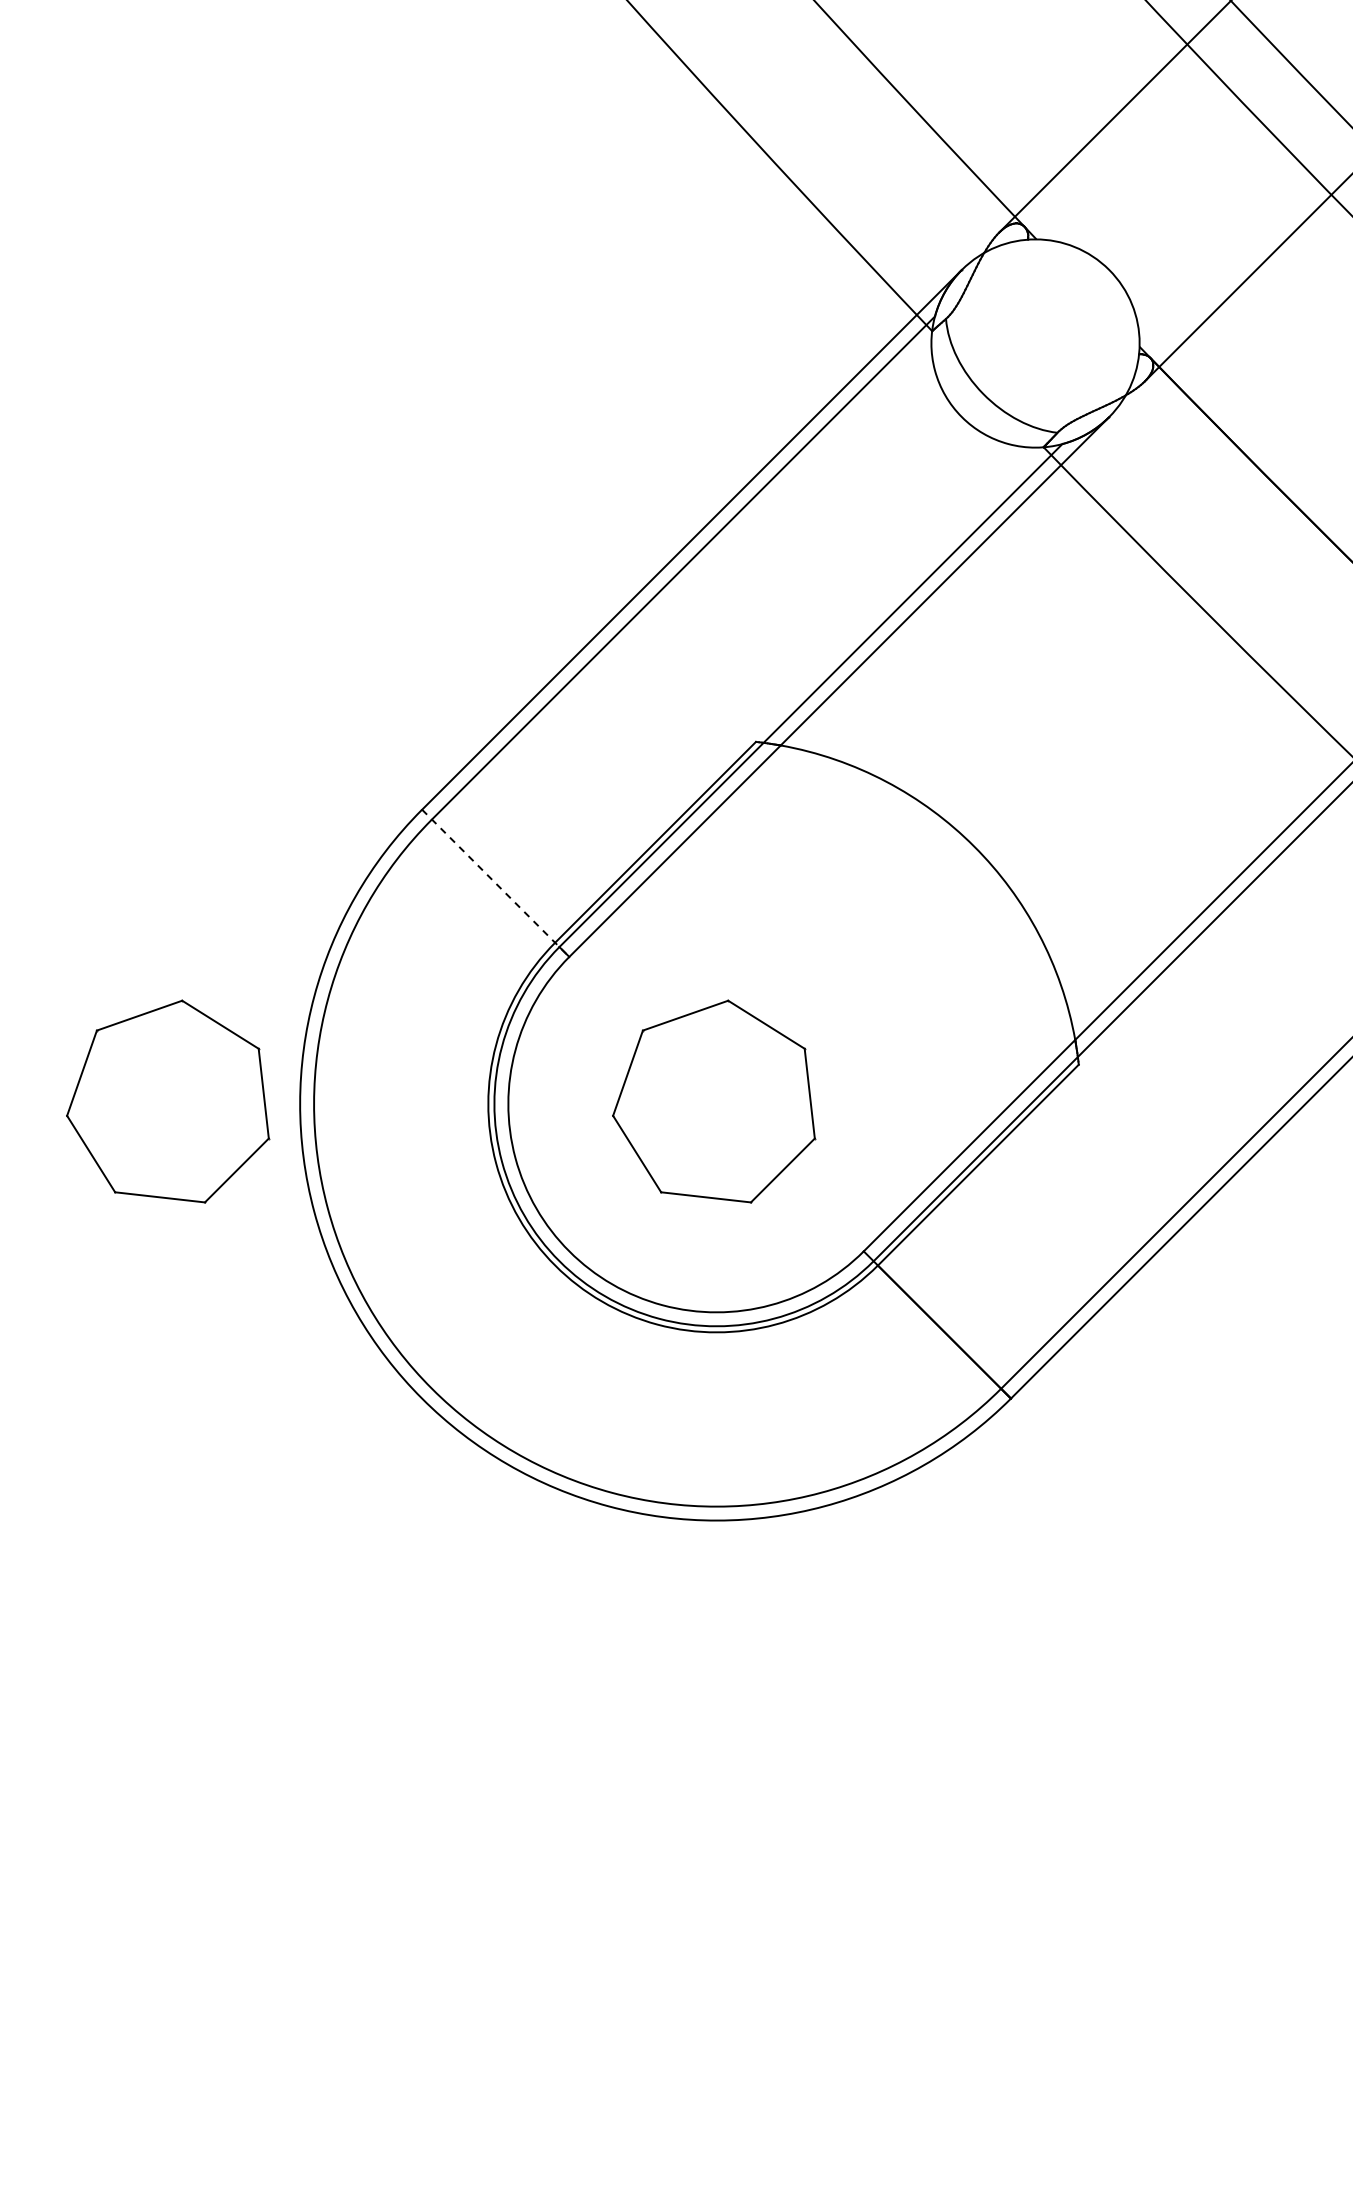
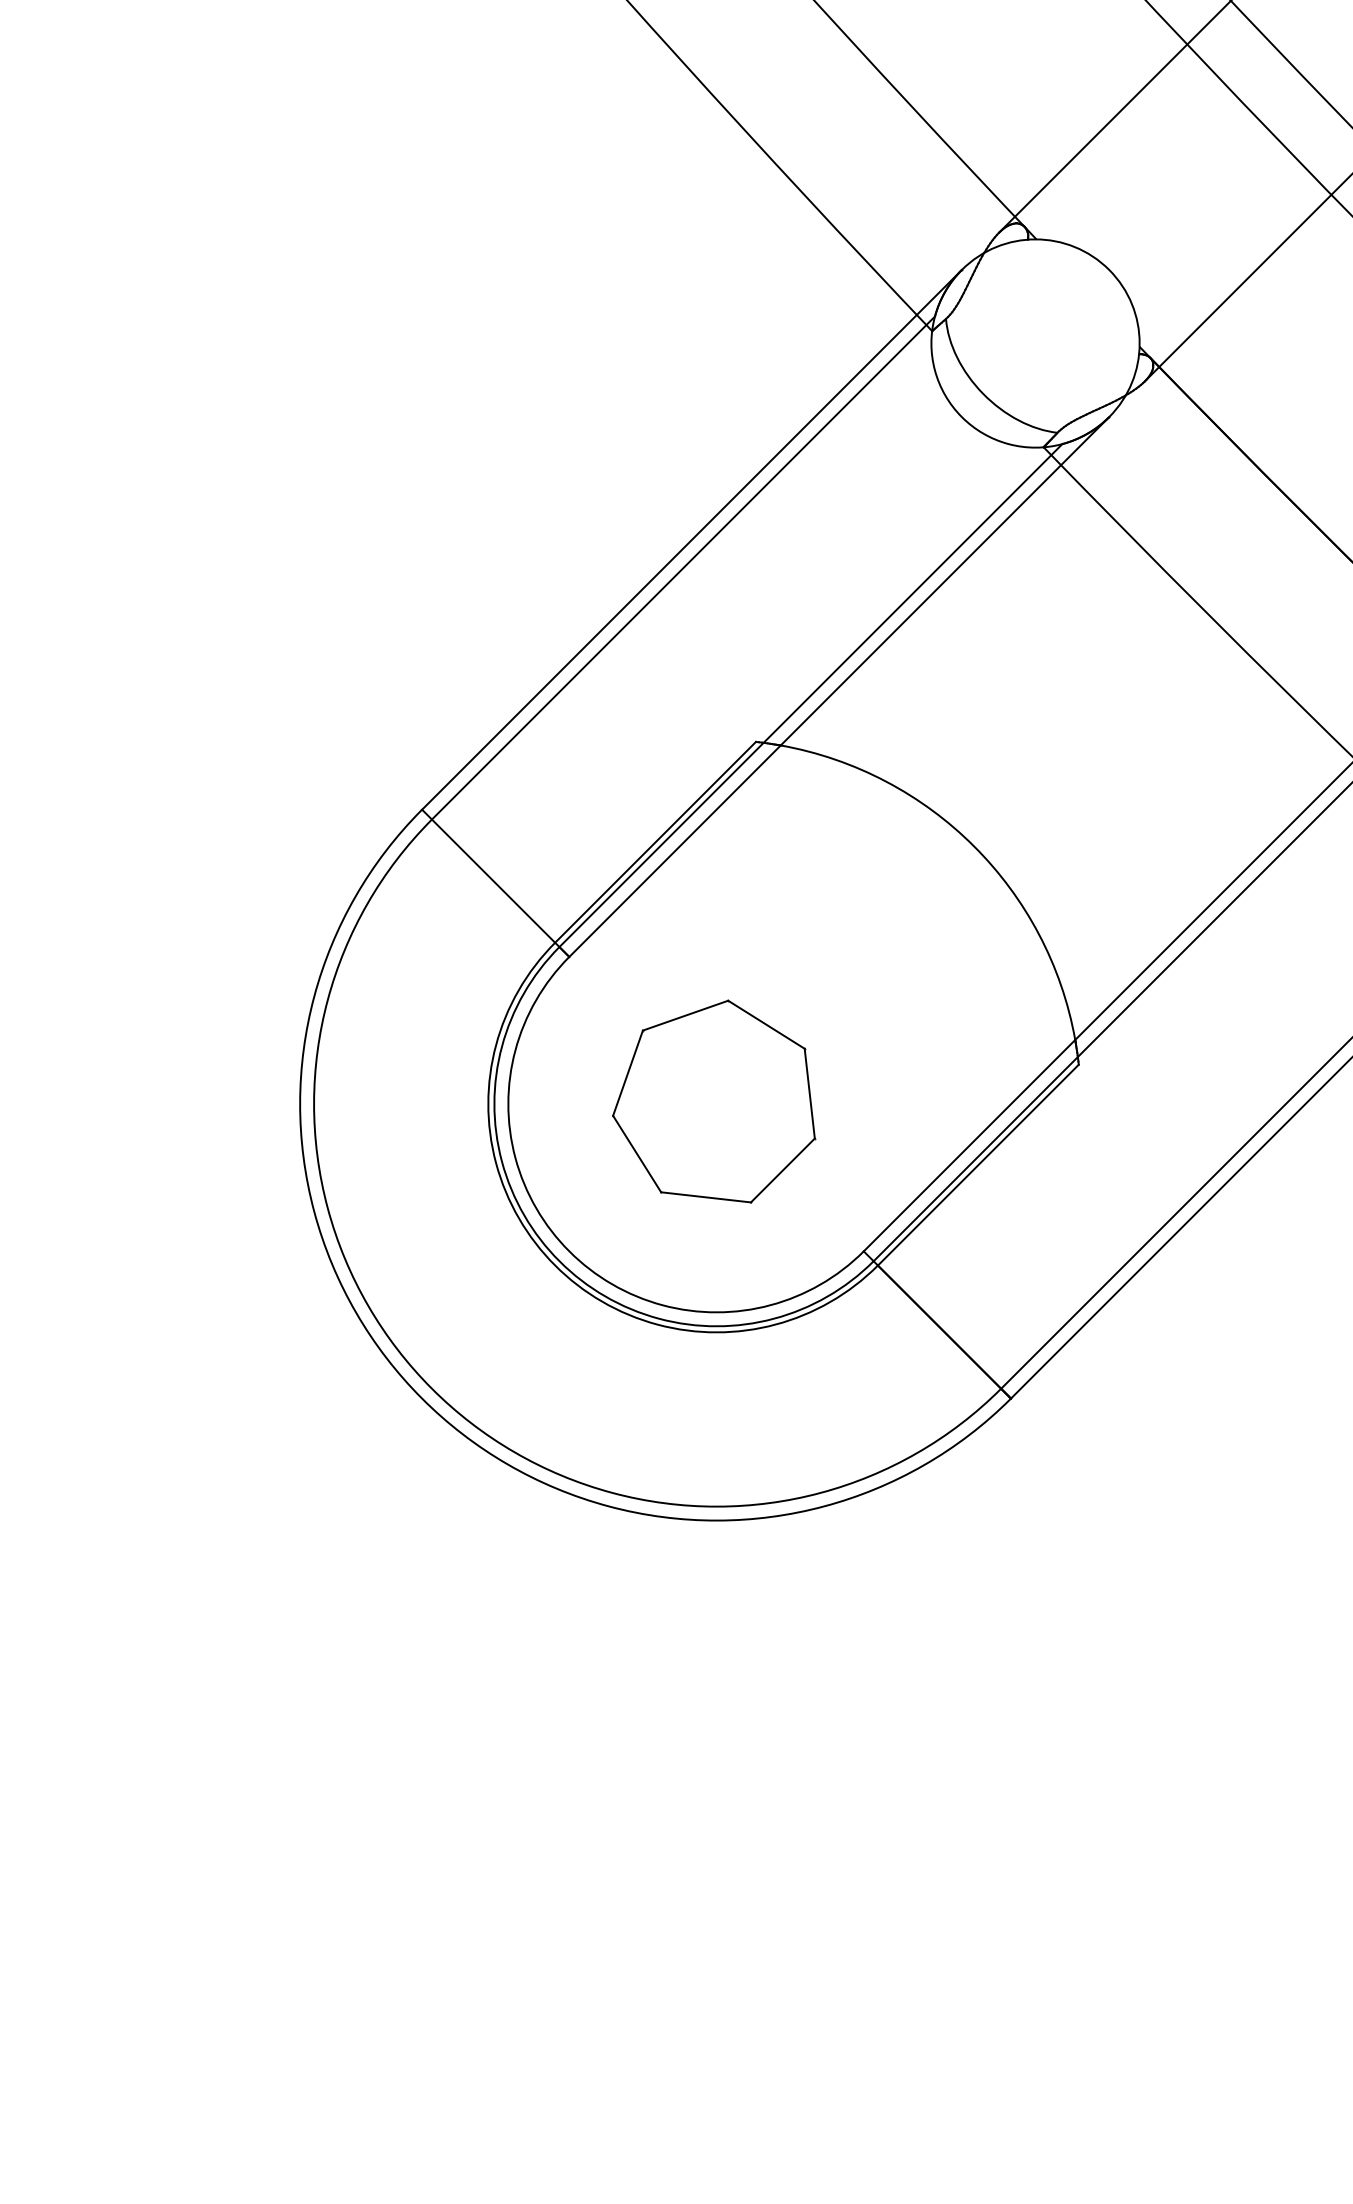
line at (496, 883): dashed -> solid
part at (168, 1101): present -> none
